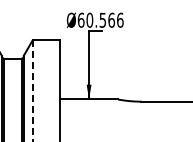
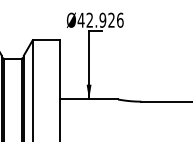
text at (96, 19): 60.566 -> 42.926
line at (32, 90): dashed -> solid
